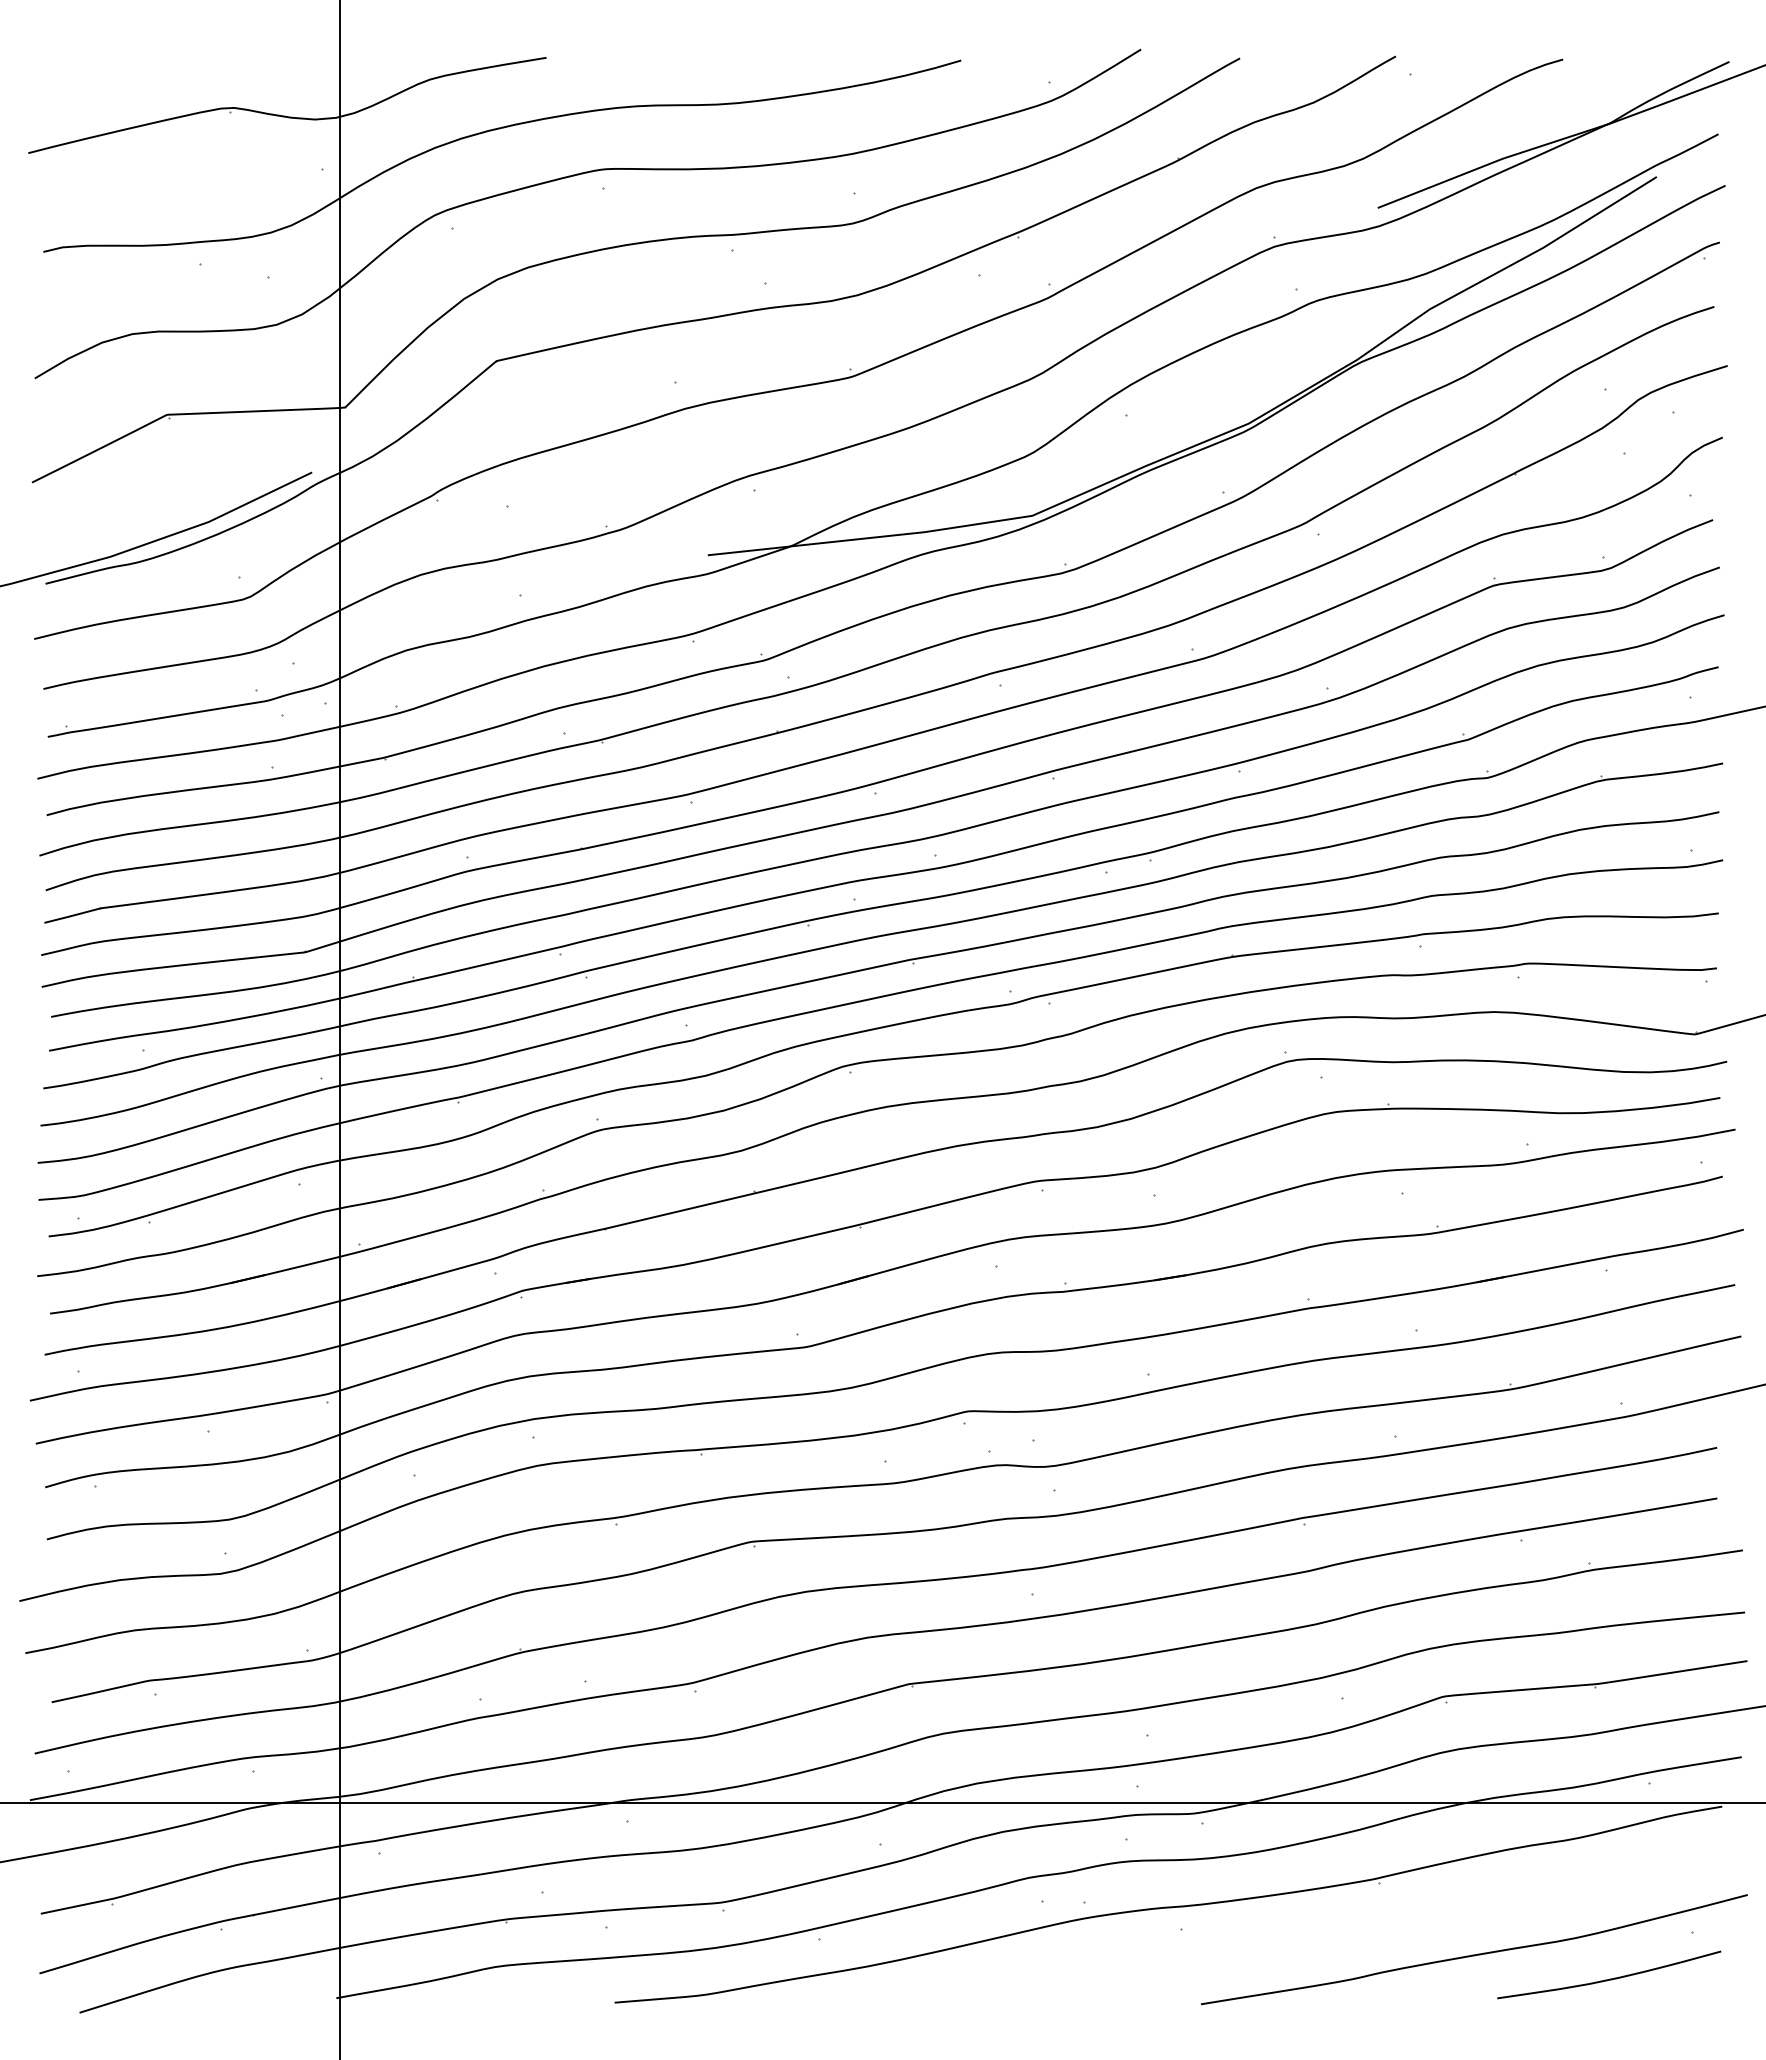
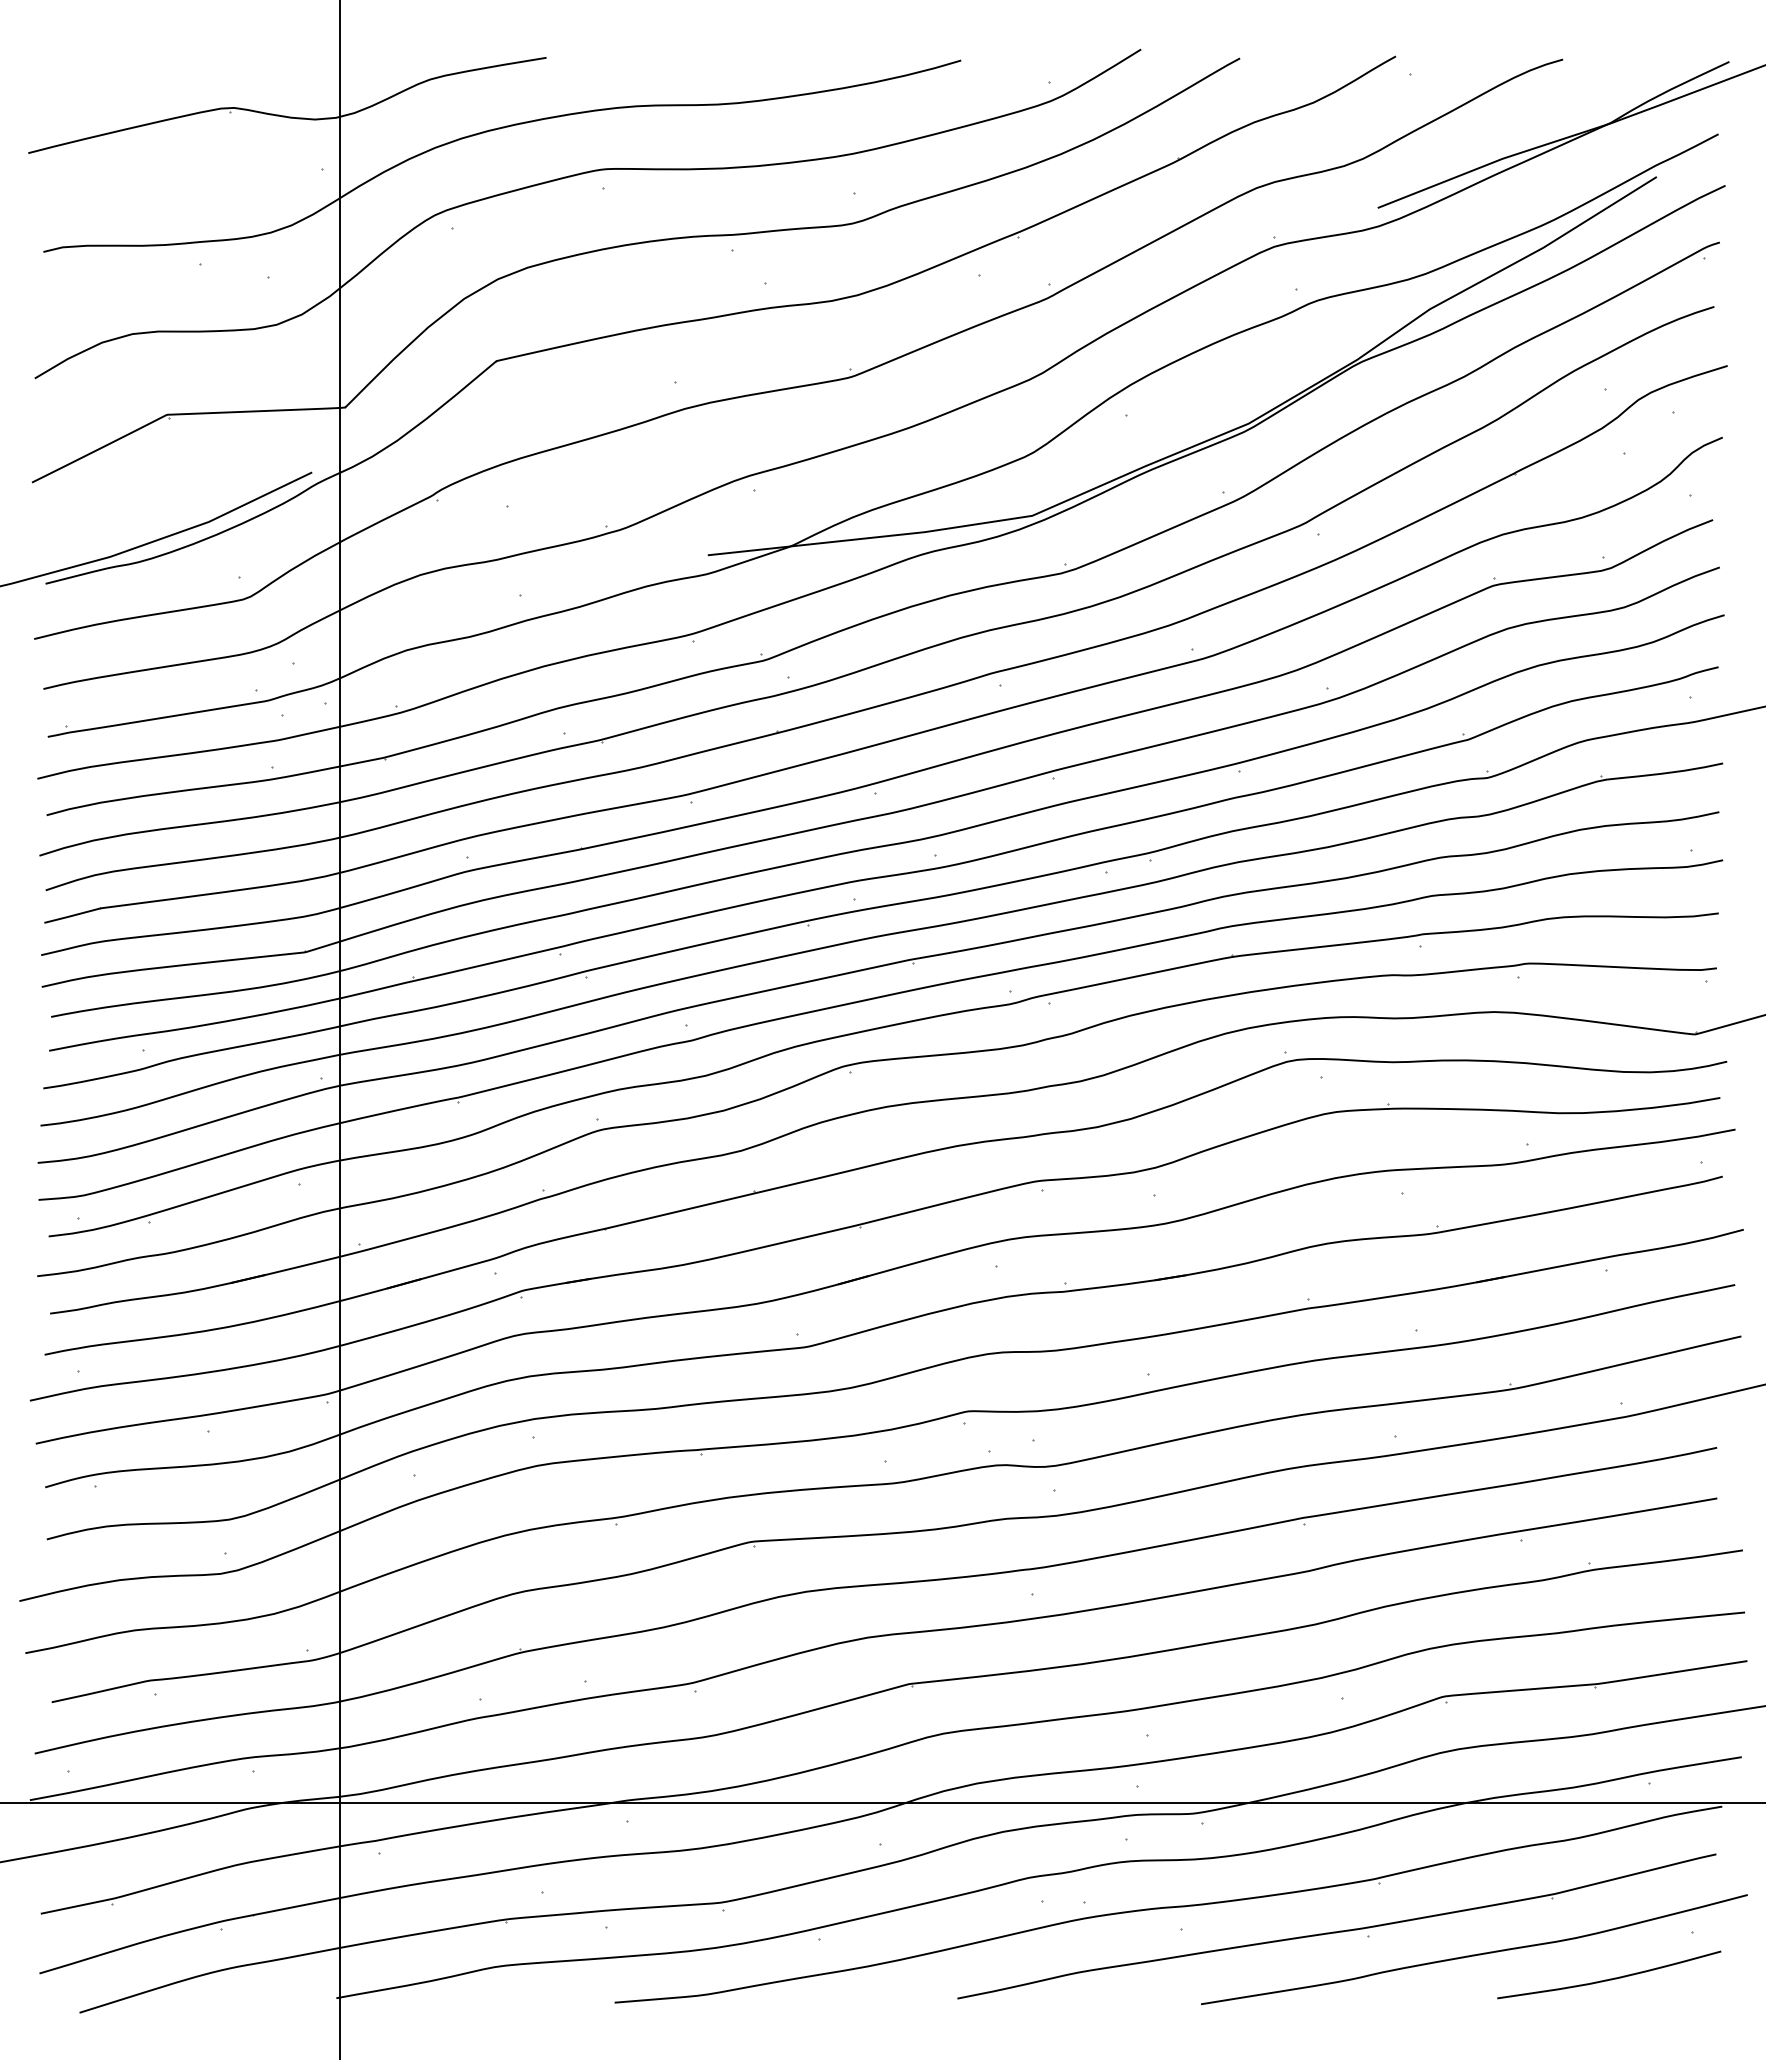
part at (1336, 1926): none -> present
